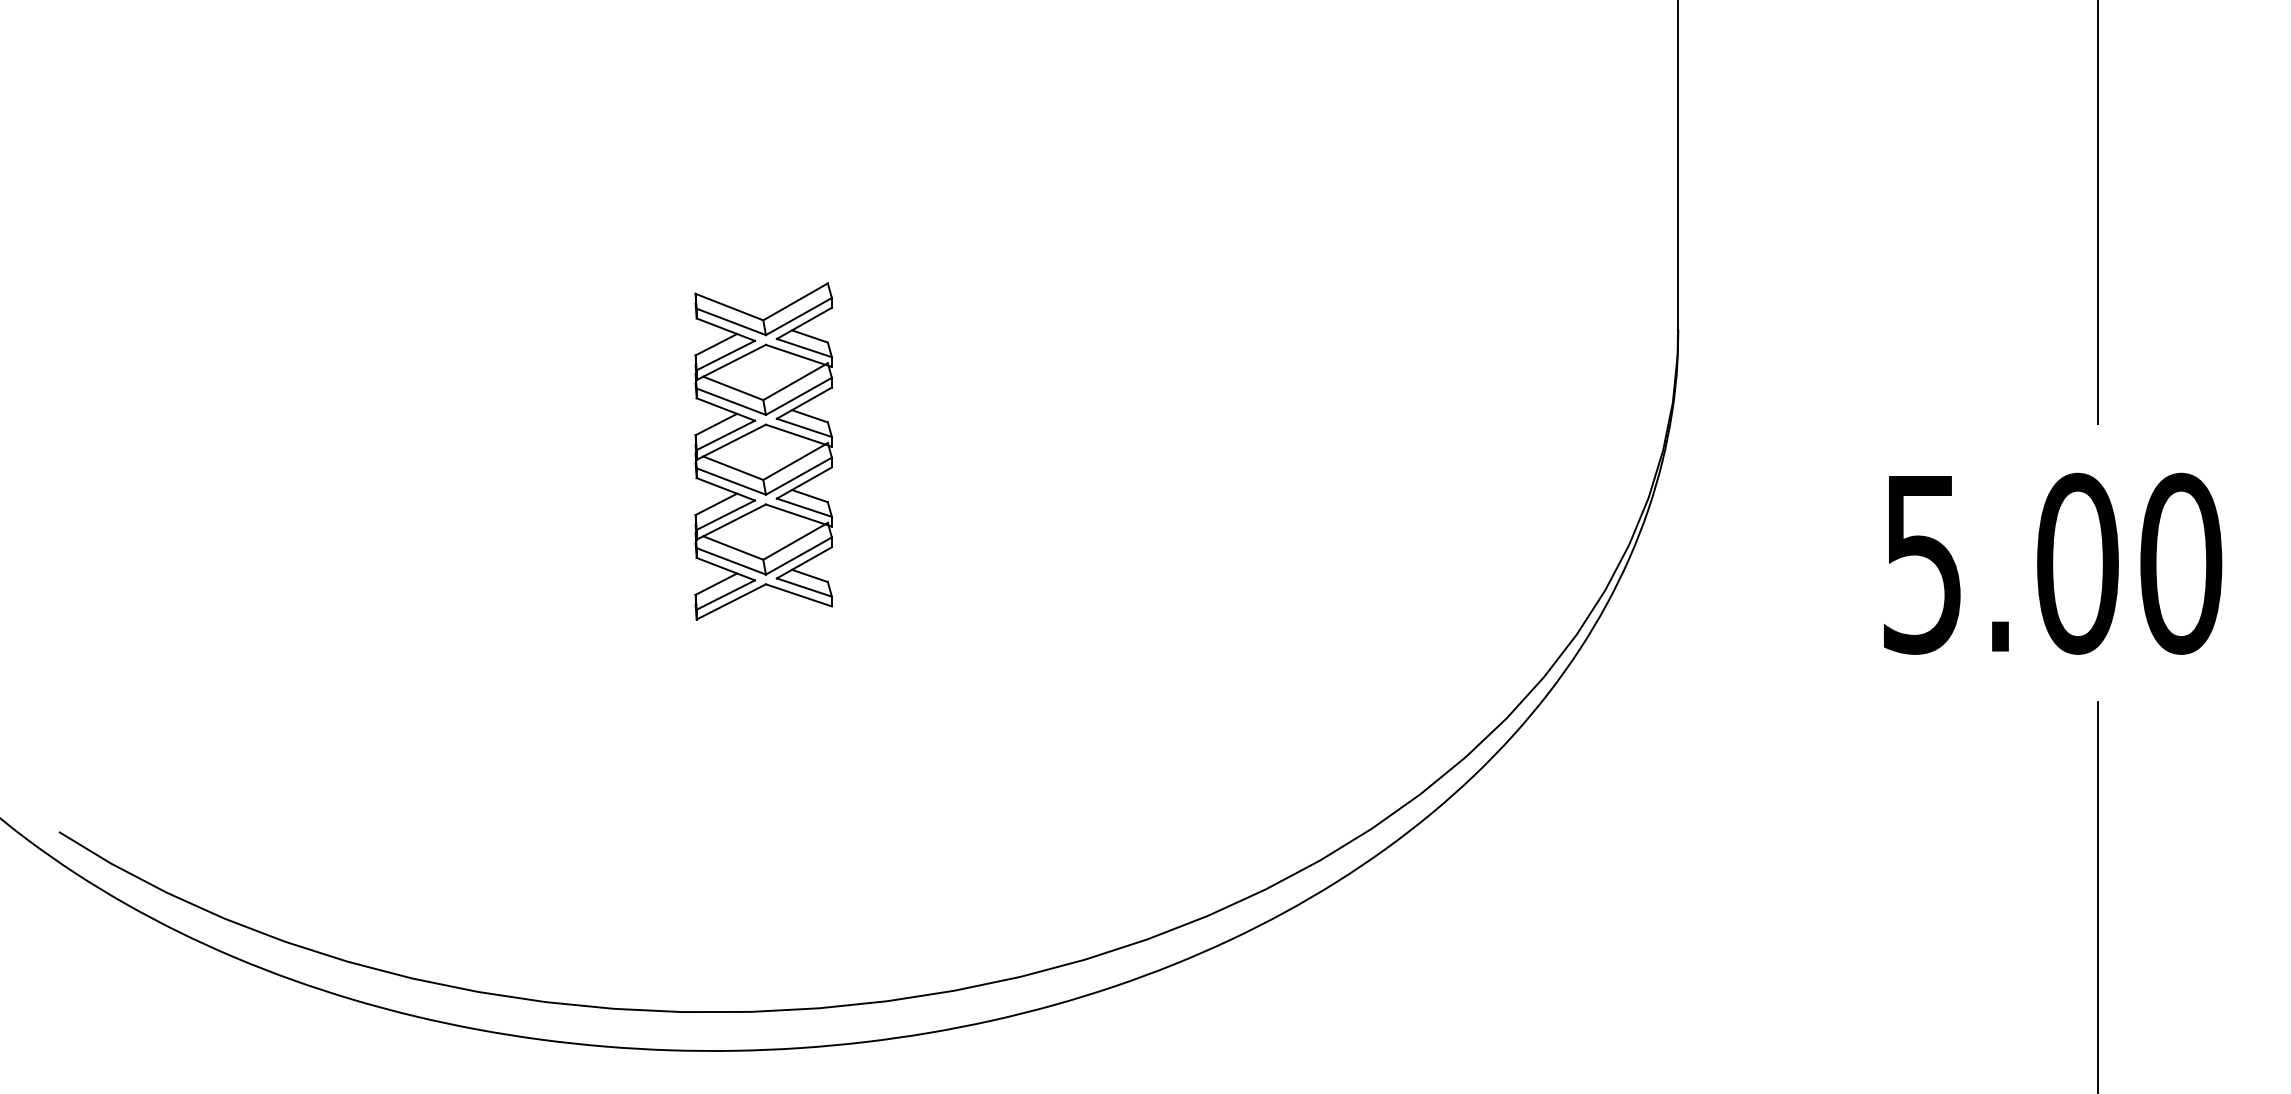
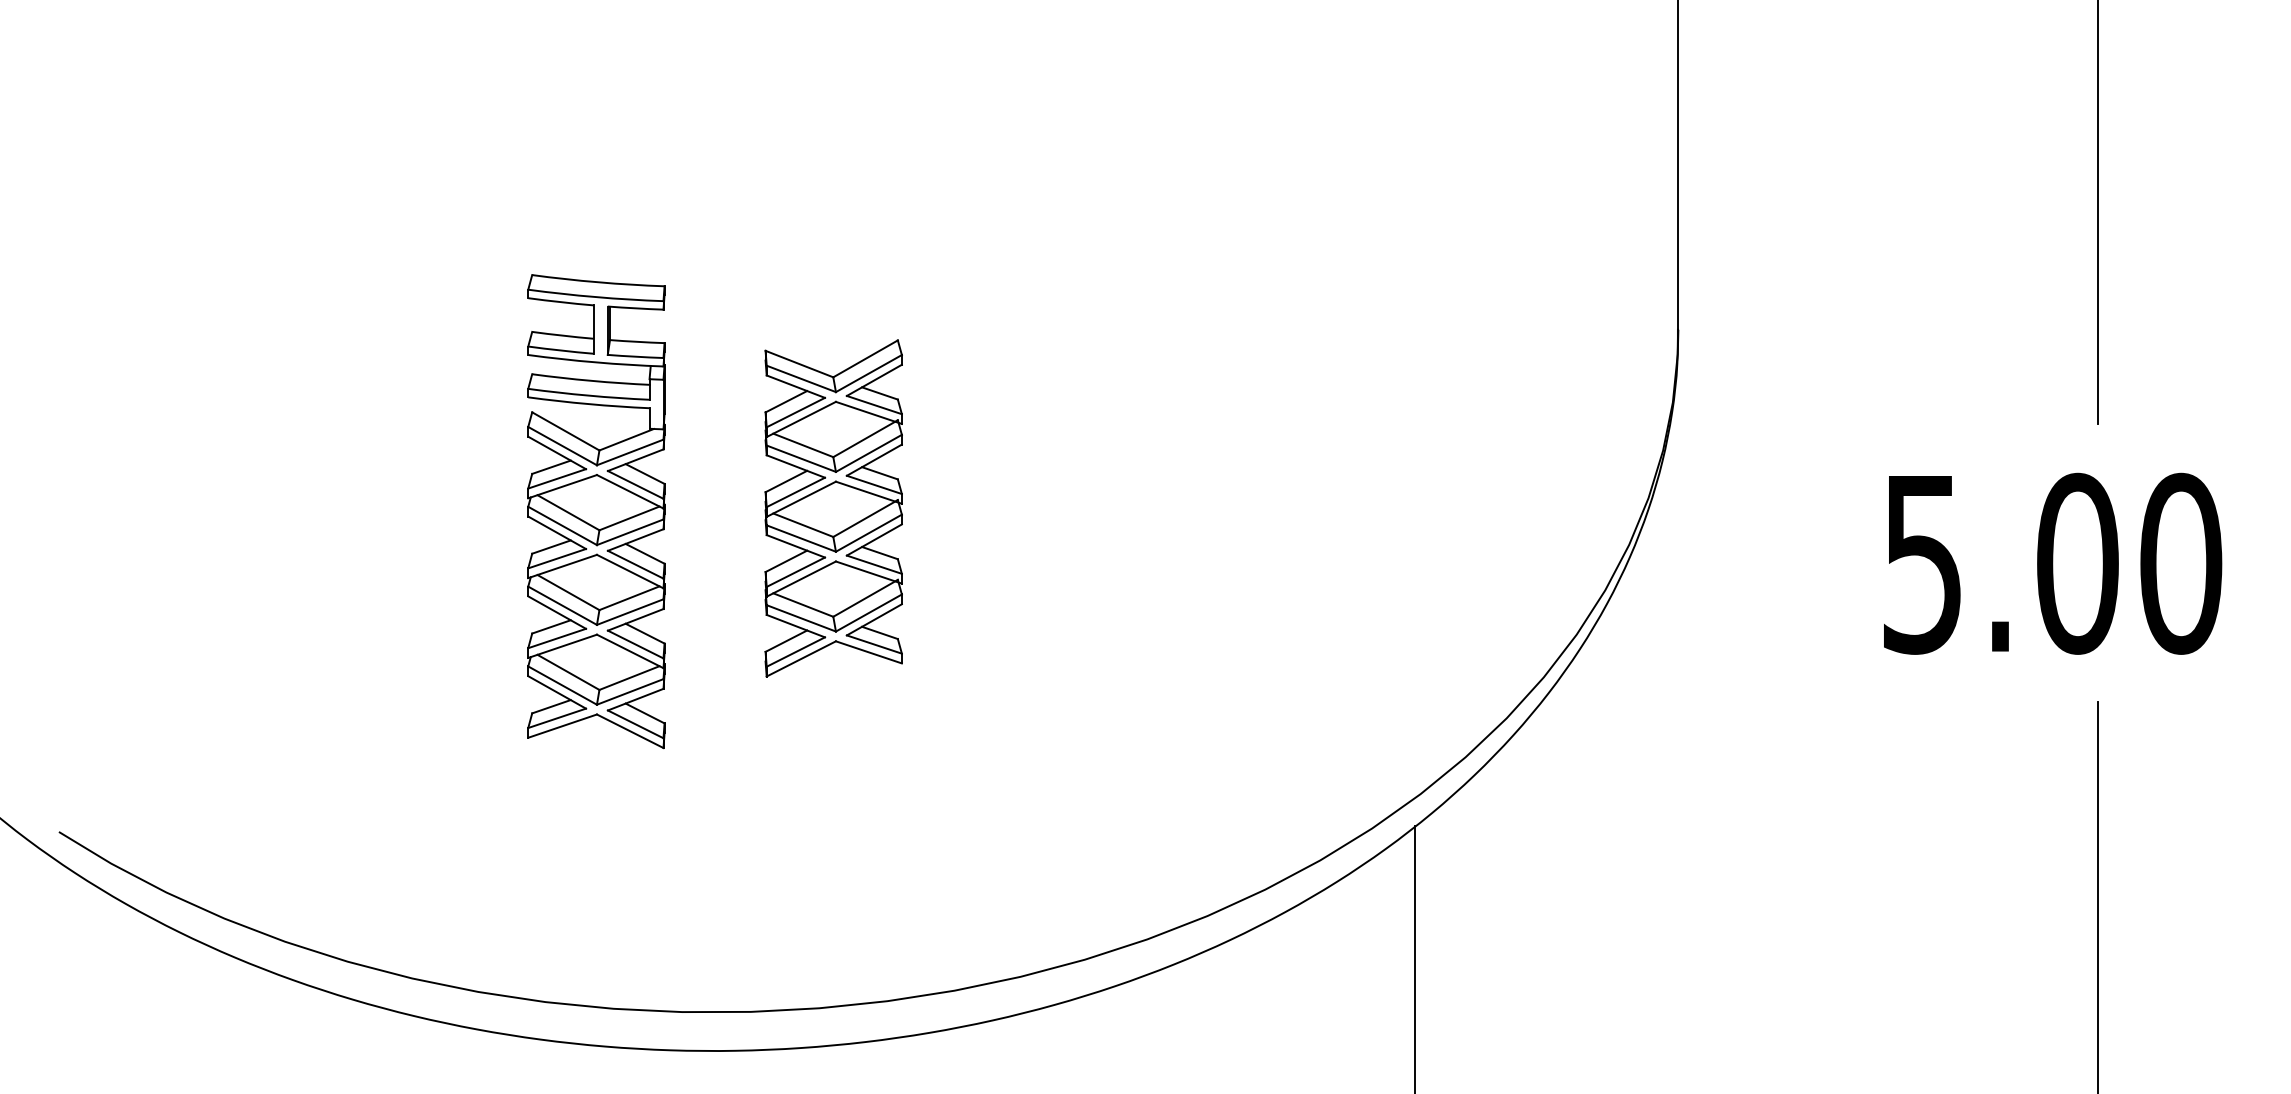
part at (763, 451) position: (763, 451) -> (833, 508)
part at (596, 511): none -> present
line at (1415, 958): none -> present
